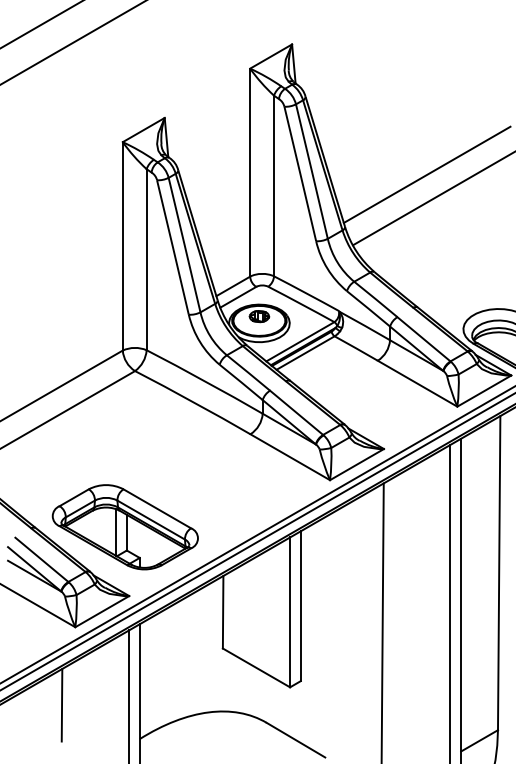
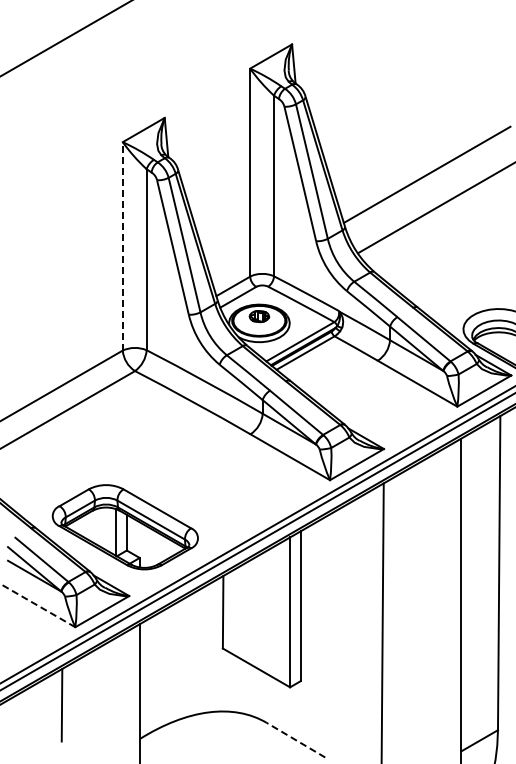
line at (41, 24): present -> none
line at (72, 42) position: (72, 42) -> (65, 38)
line at (432, 198) position: (432, 198) -> (434, 208)
line at (122, 245): solid -> dashed
line at (450, 602): present -> none
line at (37, 605): solid -> dashed
line at (129, 695): present -> none
line at (296, 740): solid -> dashed
